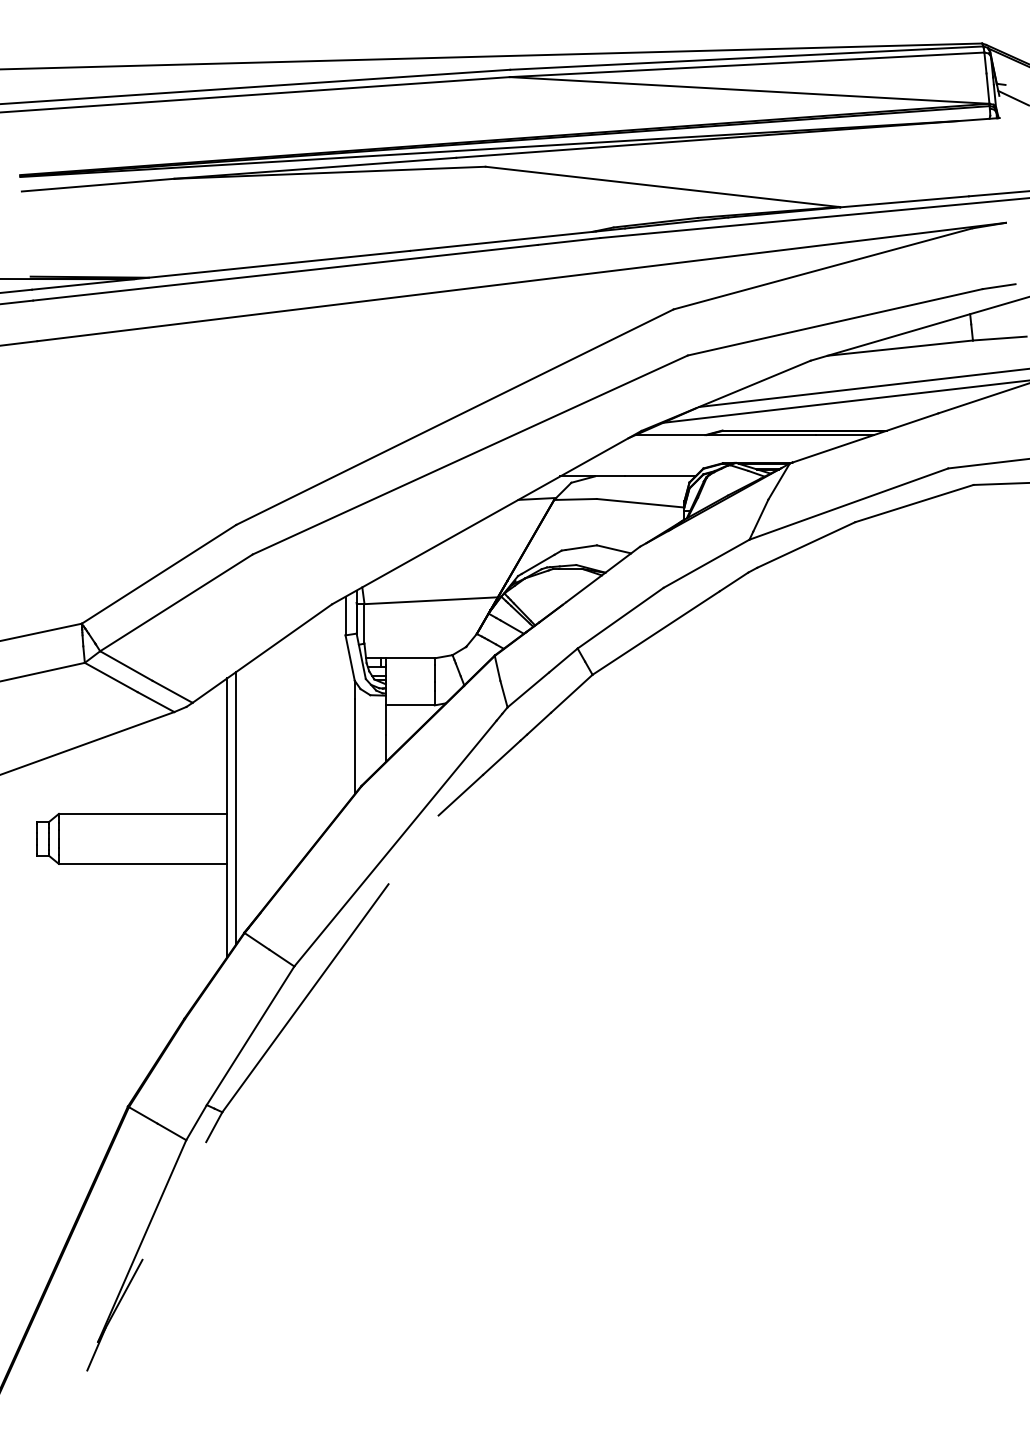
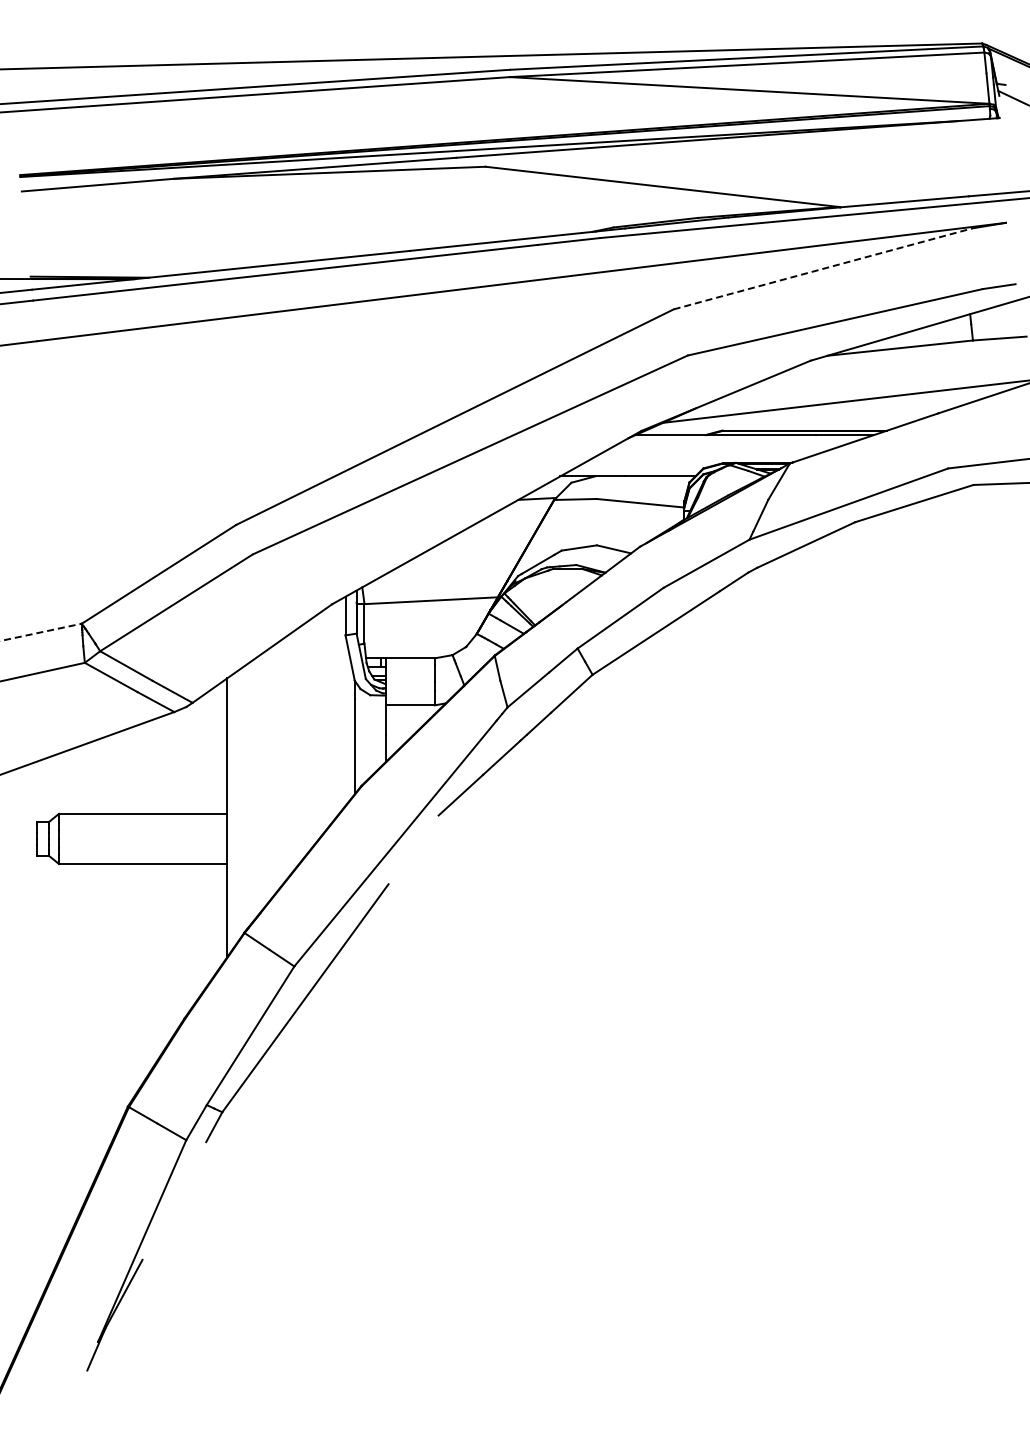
line at (823, 268): solid -> dashed
line at (862, 388): present -> none
line at (40, 632): solid -> dashed
line at (235, 808): present -> none
